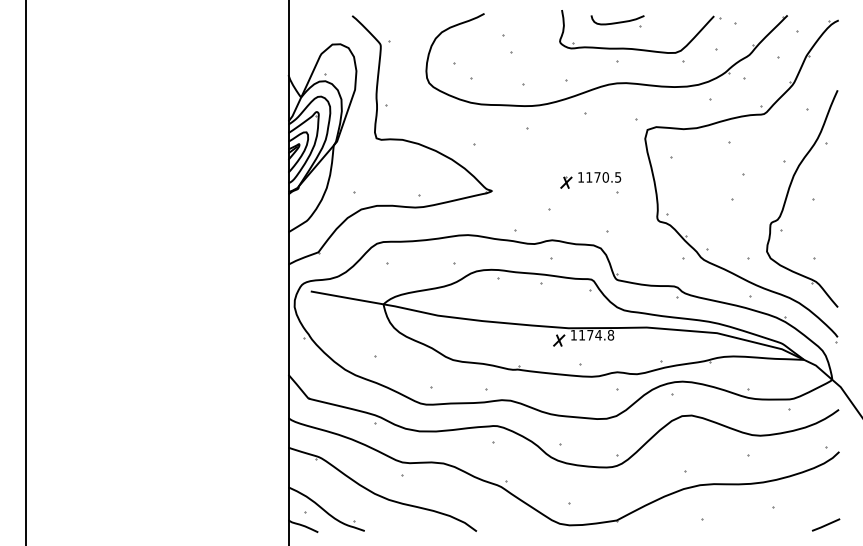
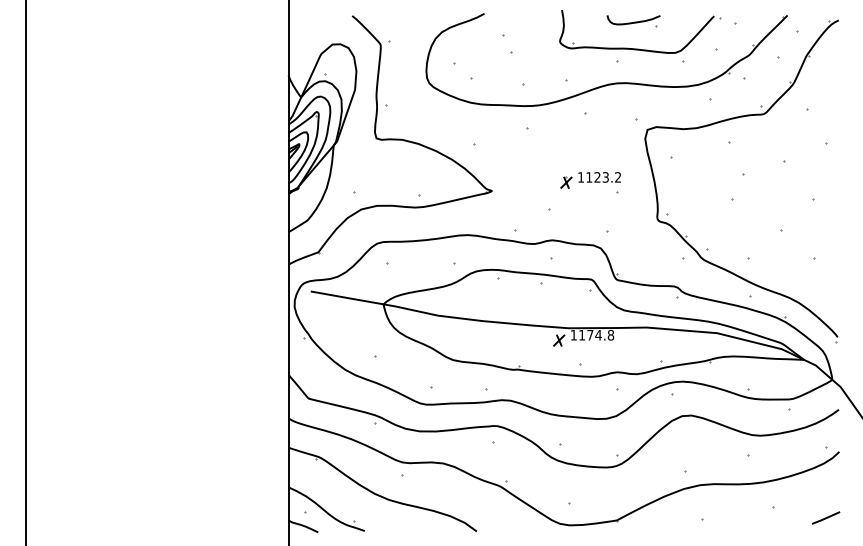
part at (617, 21) position: (617, 21) -> (633, 21)
text at (607, 177): 1170.5 -> 1123.2
part at (788, 194): present -> none
line at (826, 524) position: (826, 524) -> (826, 517)
